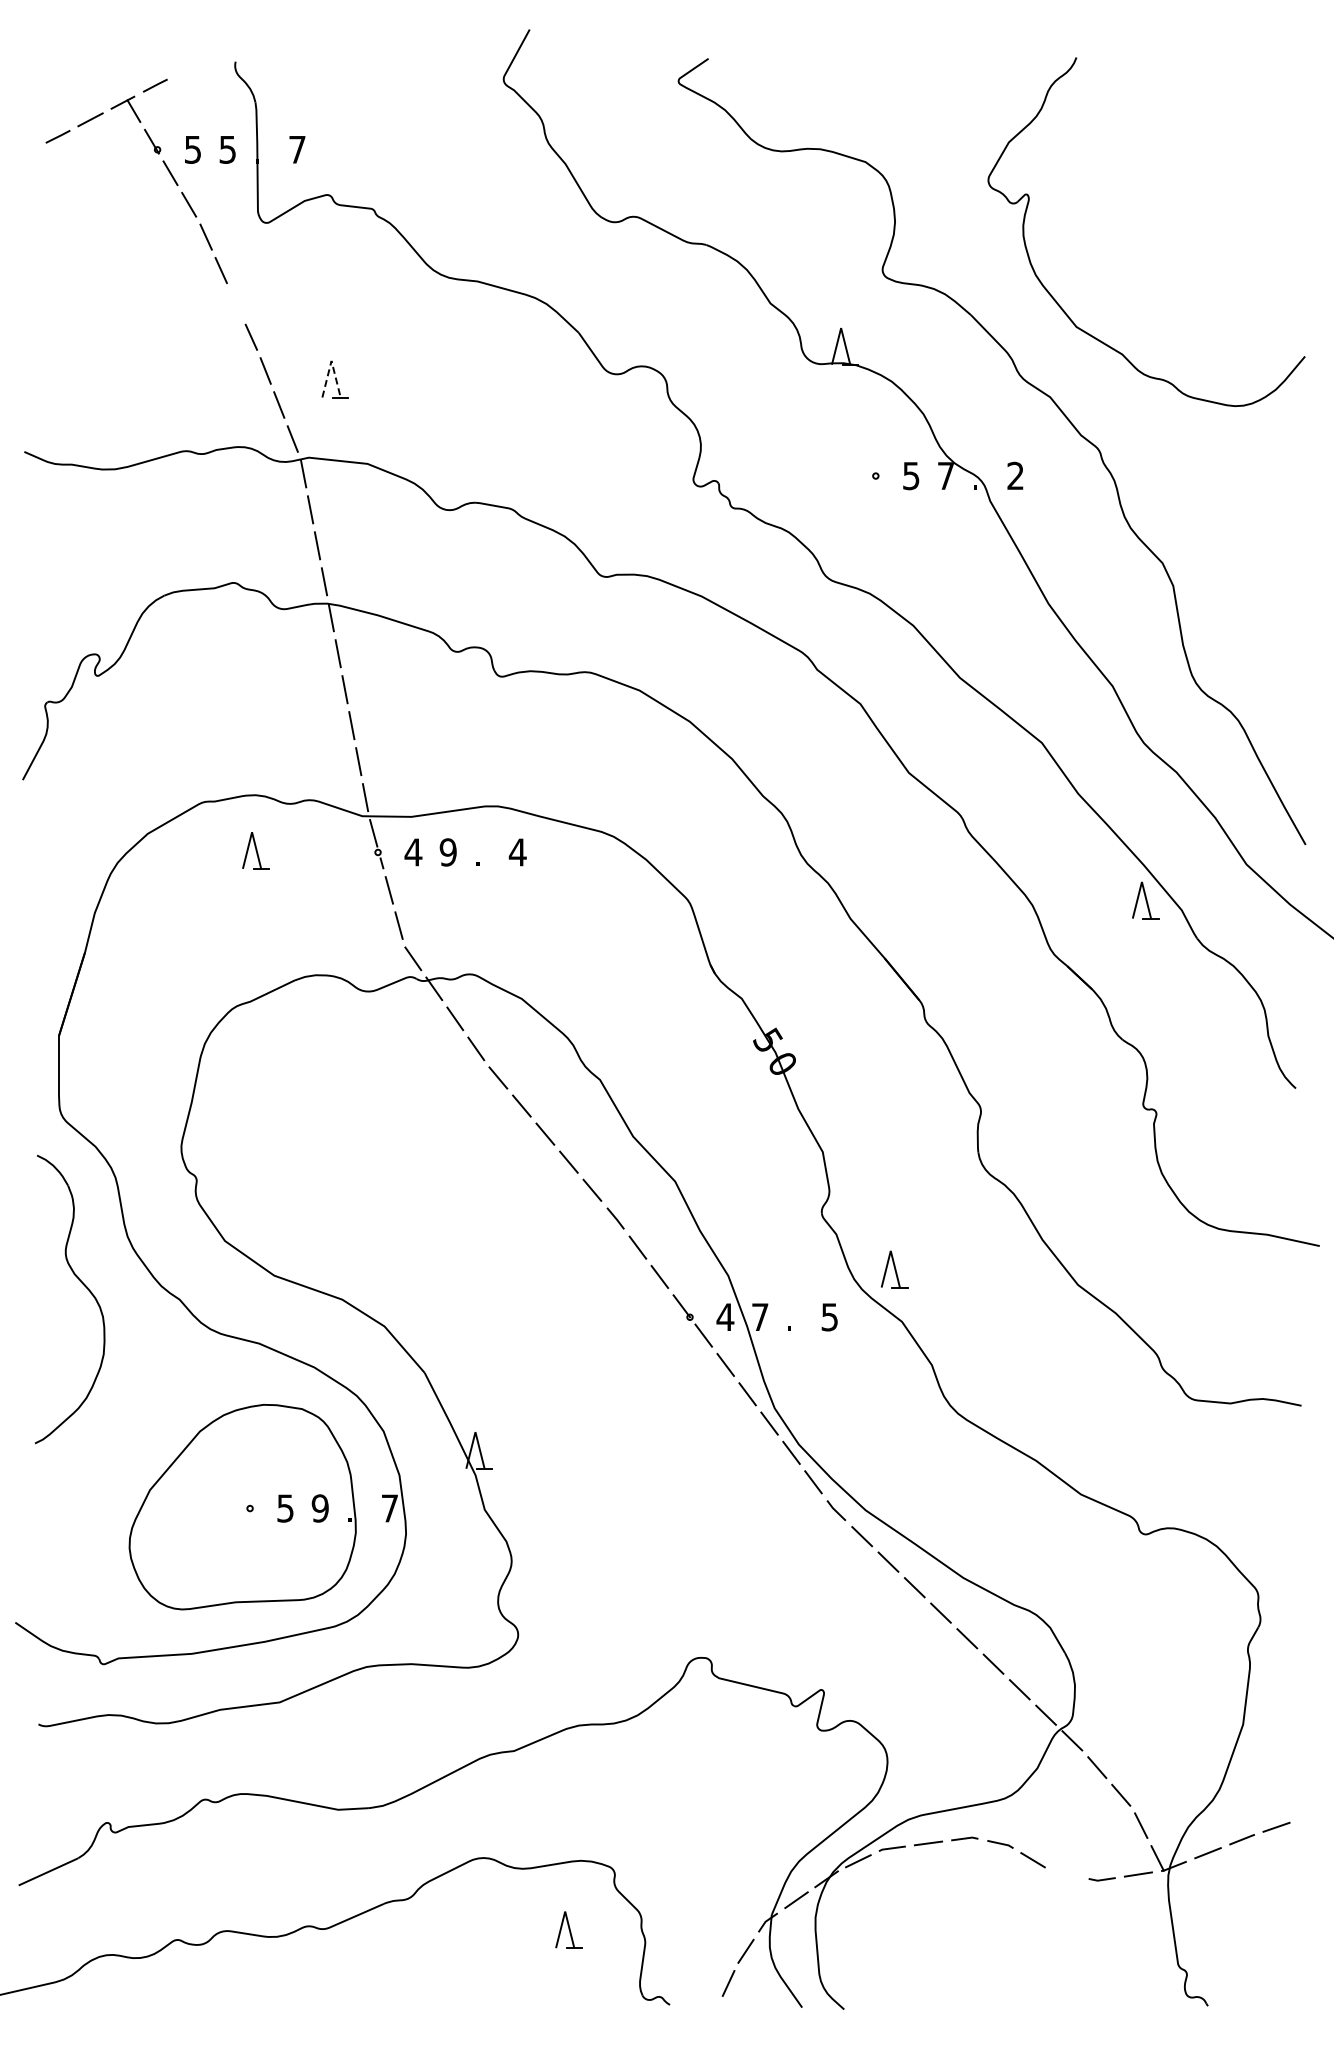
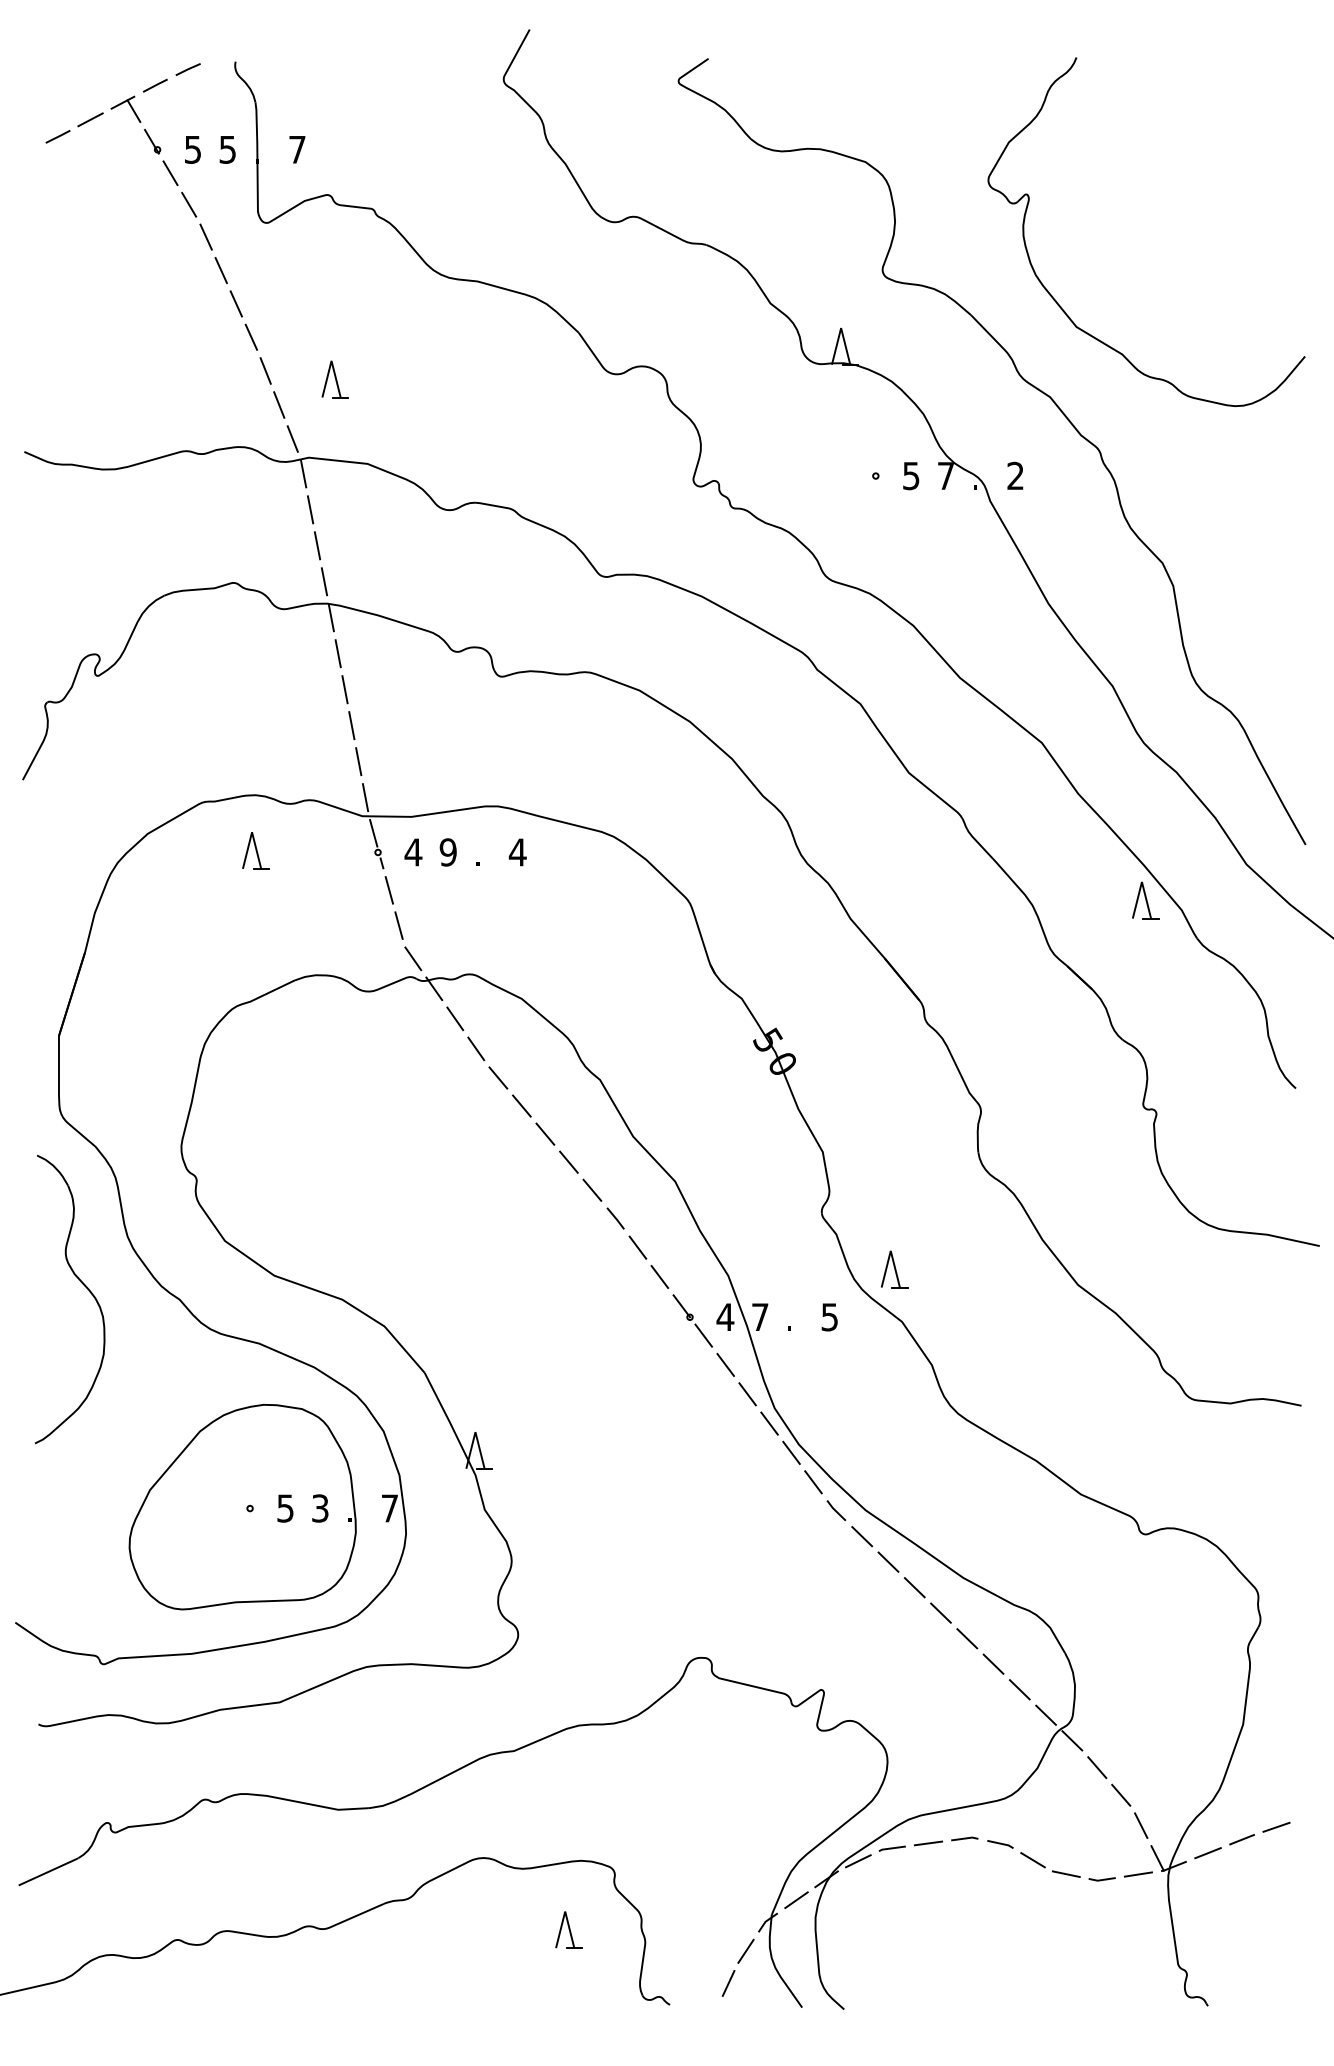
line at (187, 69): none -> present
line at (235, 303): none -> present
line at (331, 360): dashed -> solid
text at (319, 1508): 9 -> 3
line at (1065, 1873): none -> present
